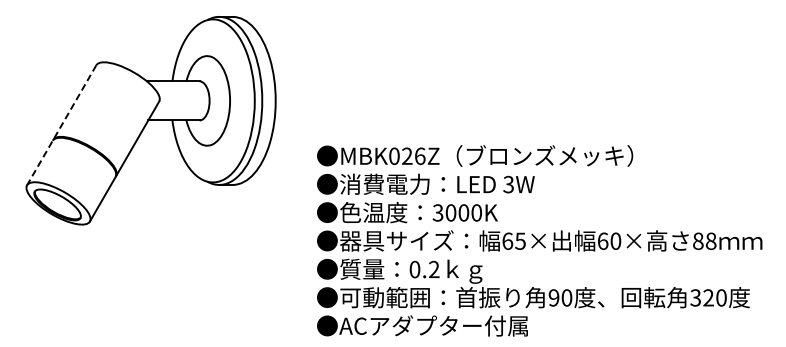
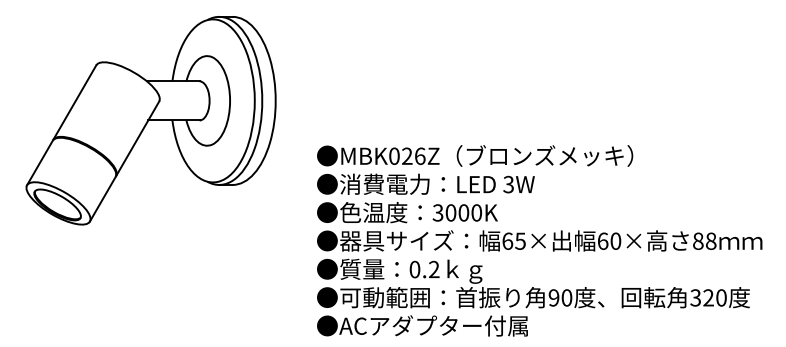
line at (61, 125): dashed -> solid
